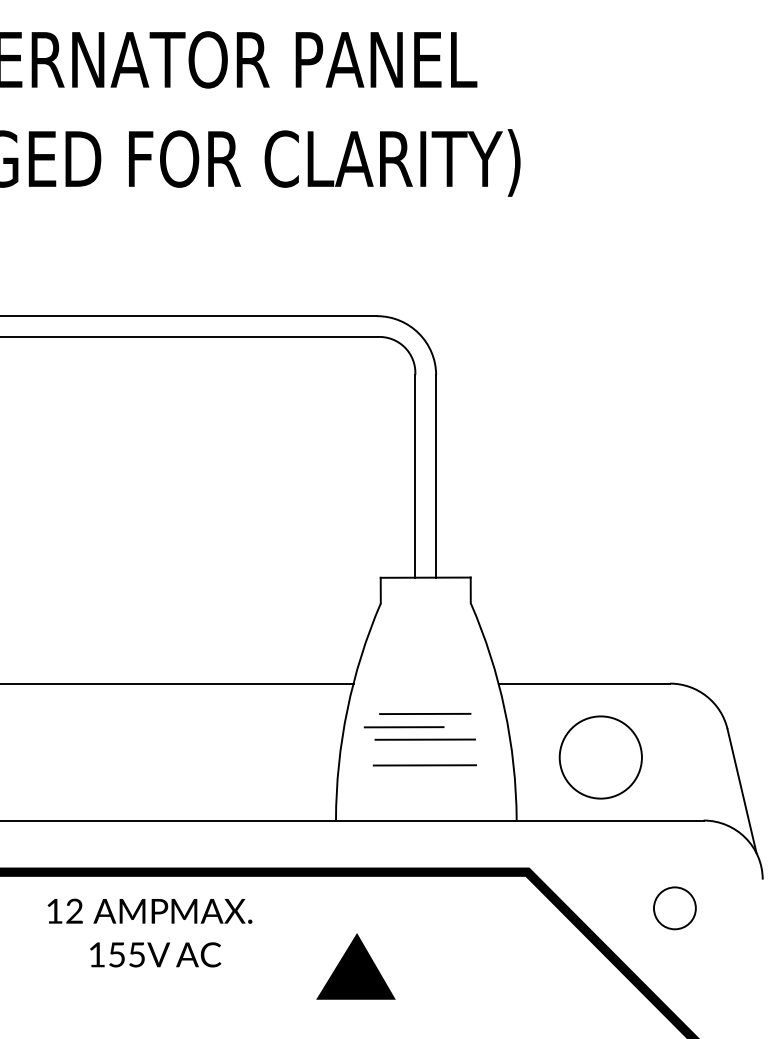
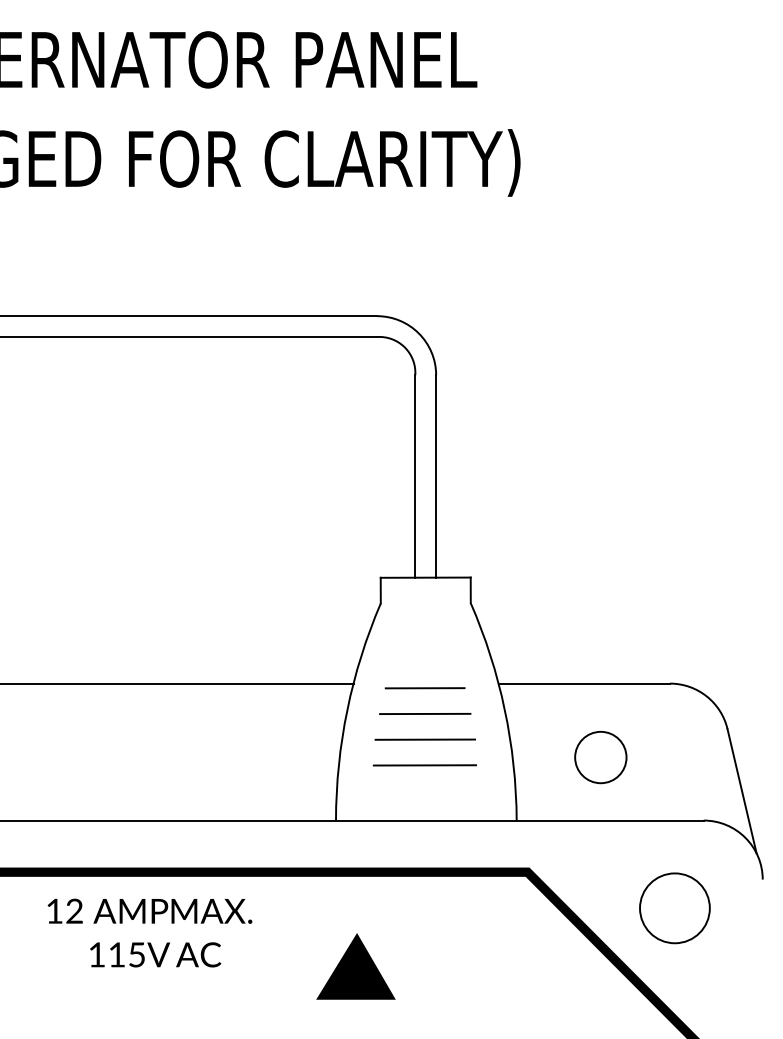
line at (403, 727) position: (403, 727) -> (424, 688)
circle at (600, 757) diameter: 82 px -> 51 px
circle at (674, 908) diameter: 42 px -> 70 px
text at (116, 954): 155V -> 115V
